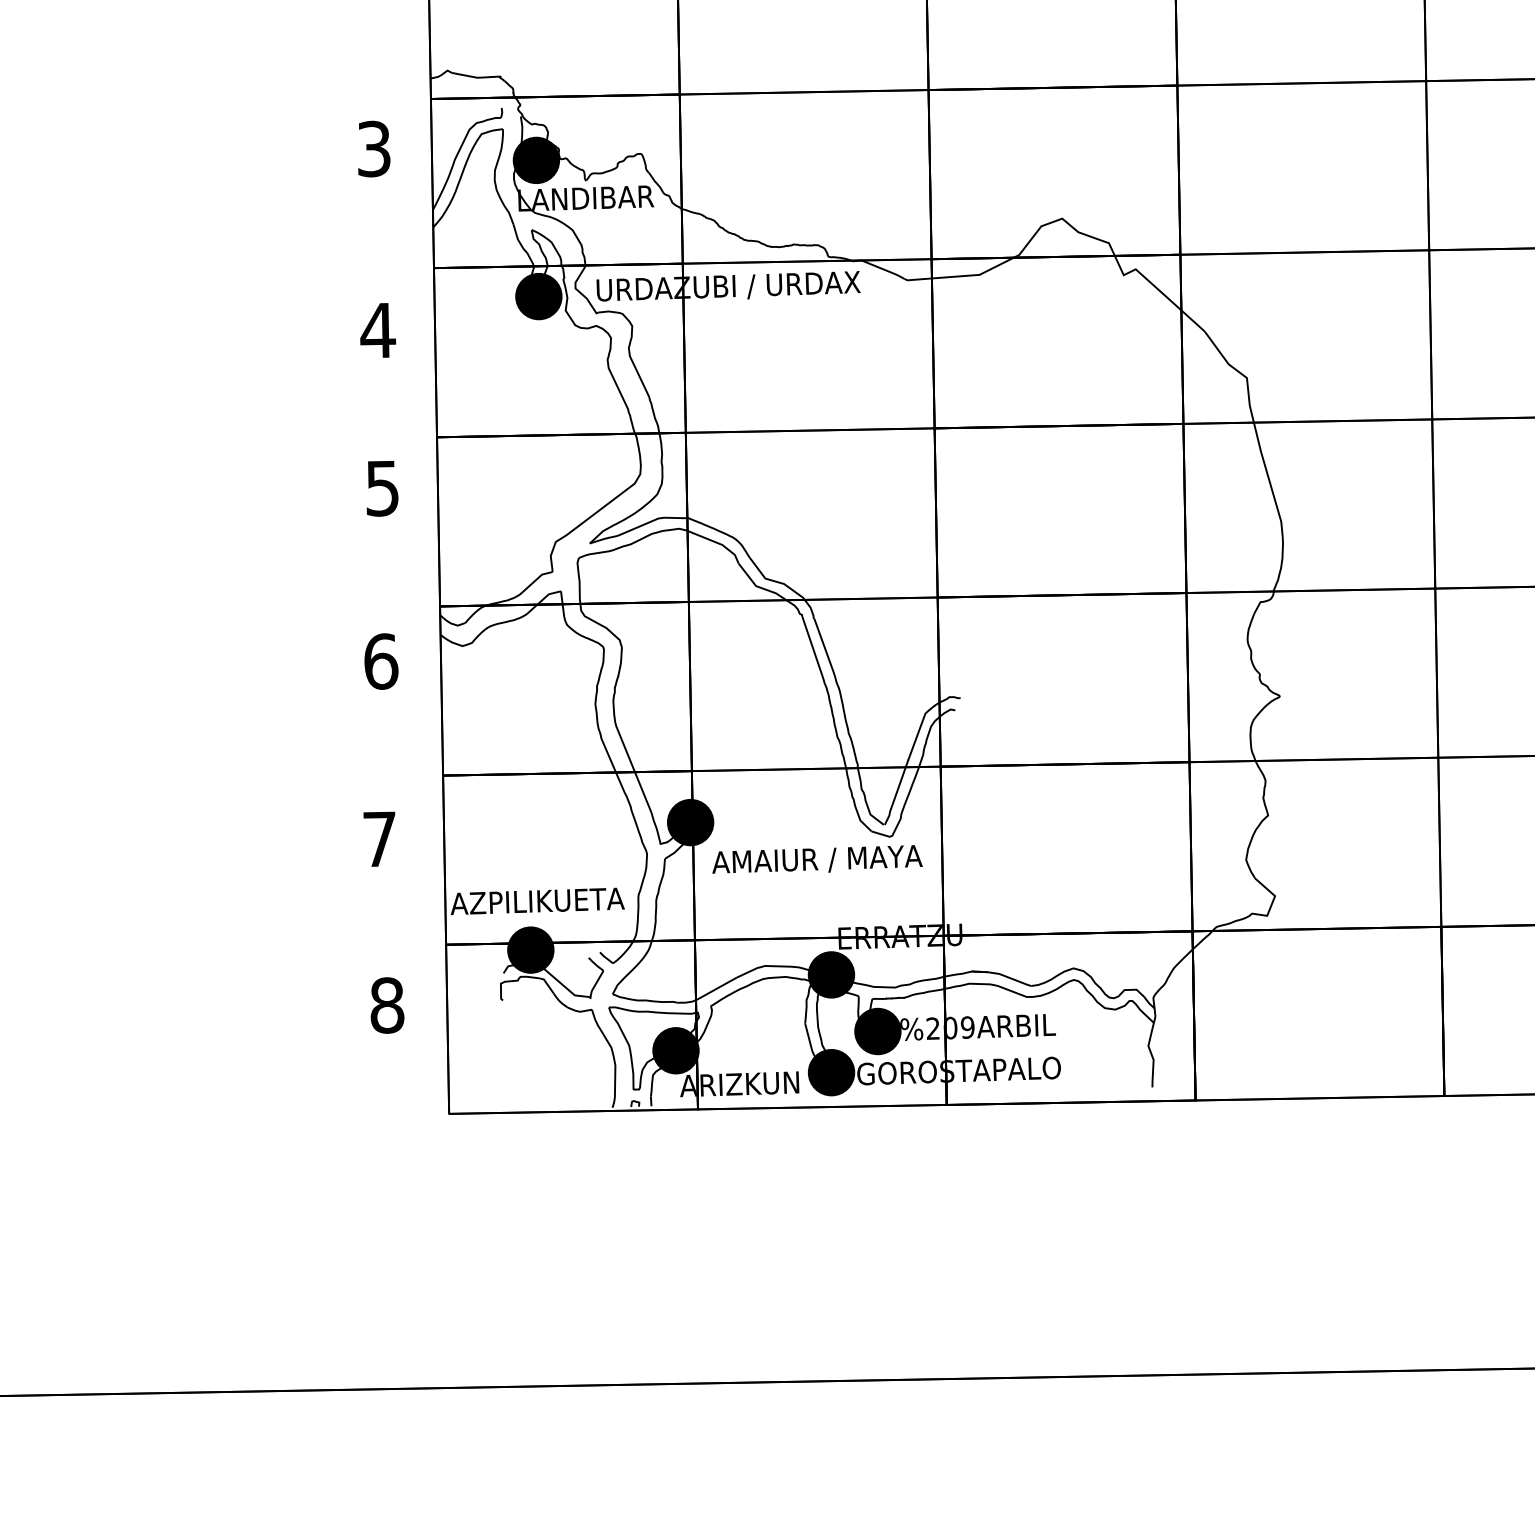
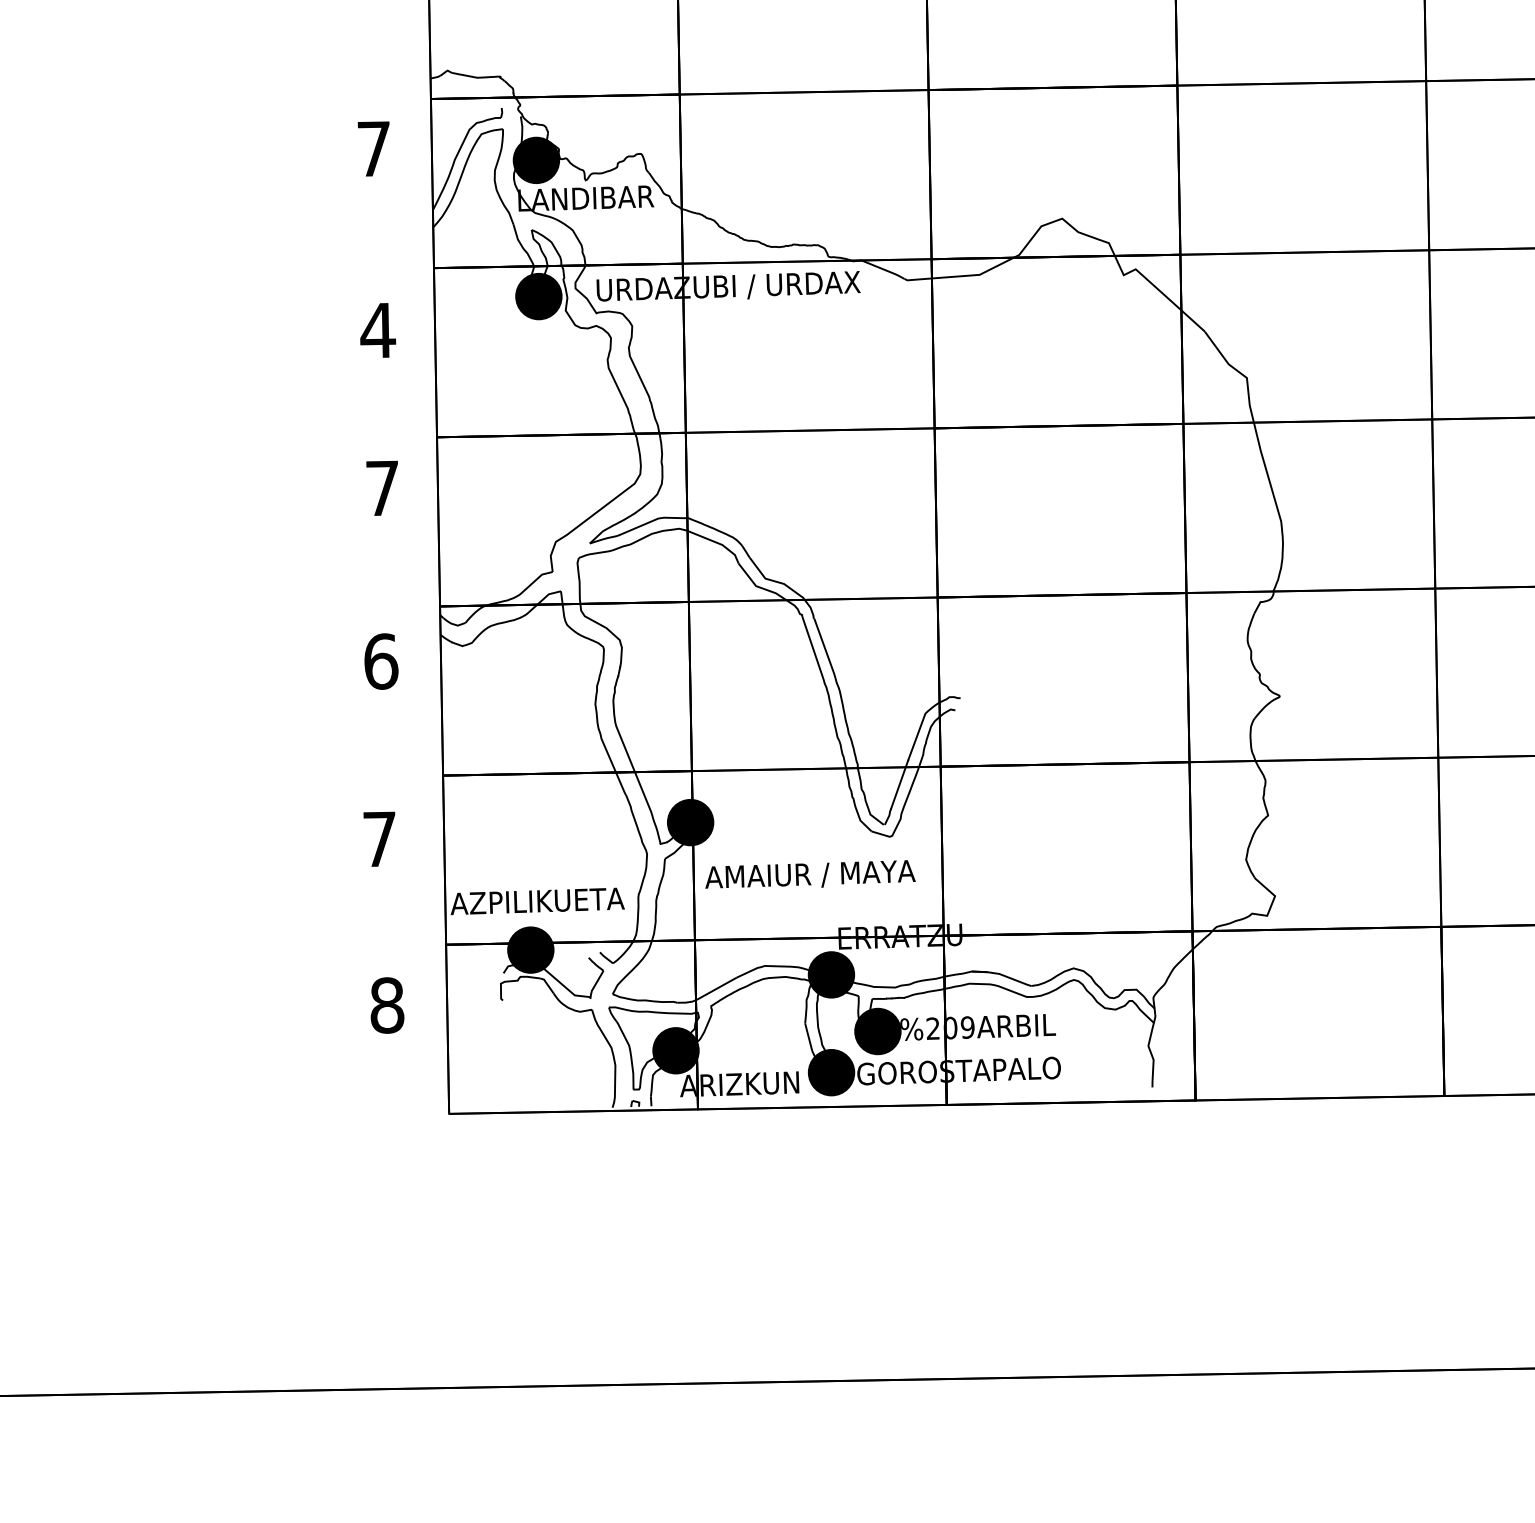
text at (373, 148): 3 -> 7
text at (382, 488): 5 -> 7
text at (817, 859) position: (817, 859) -> (810, 874)
